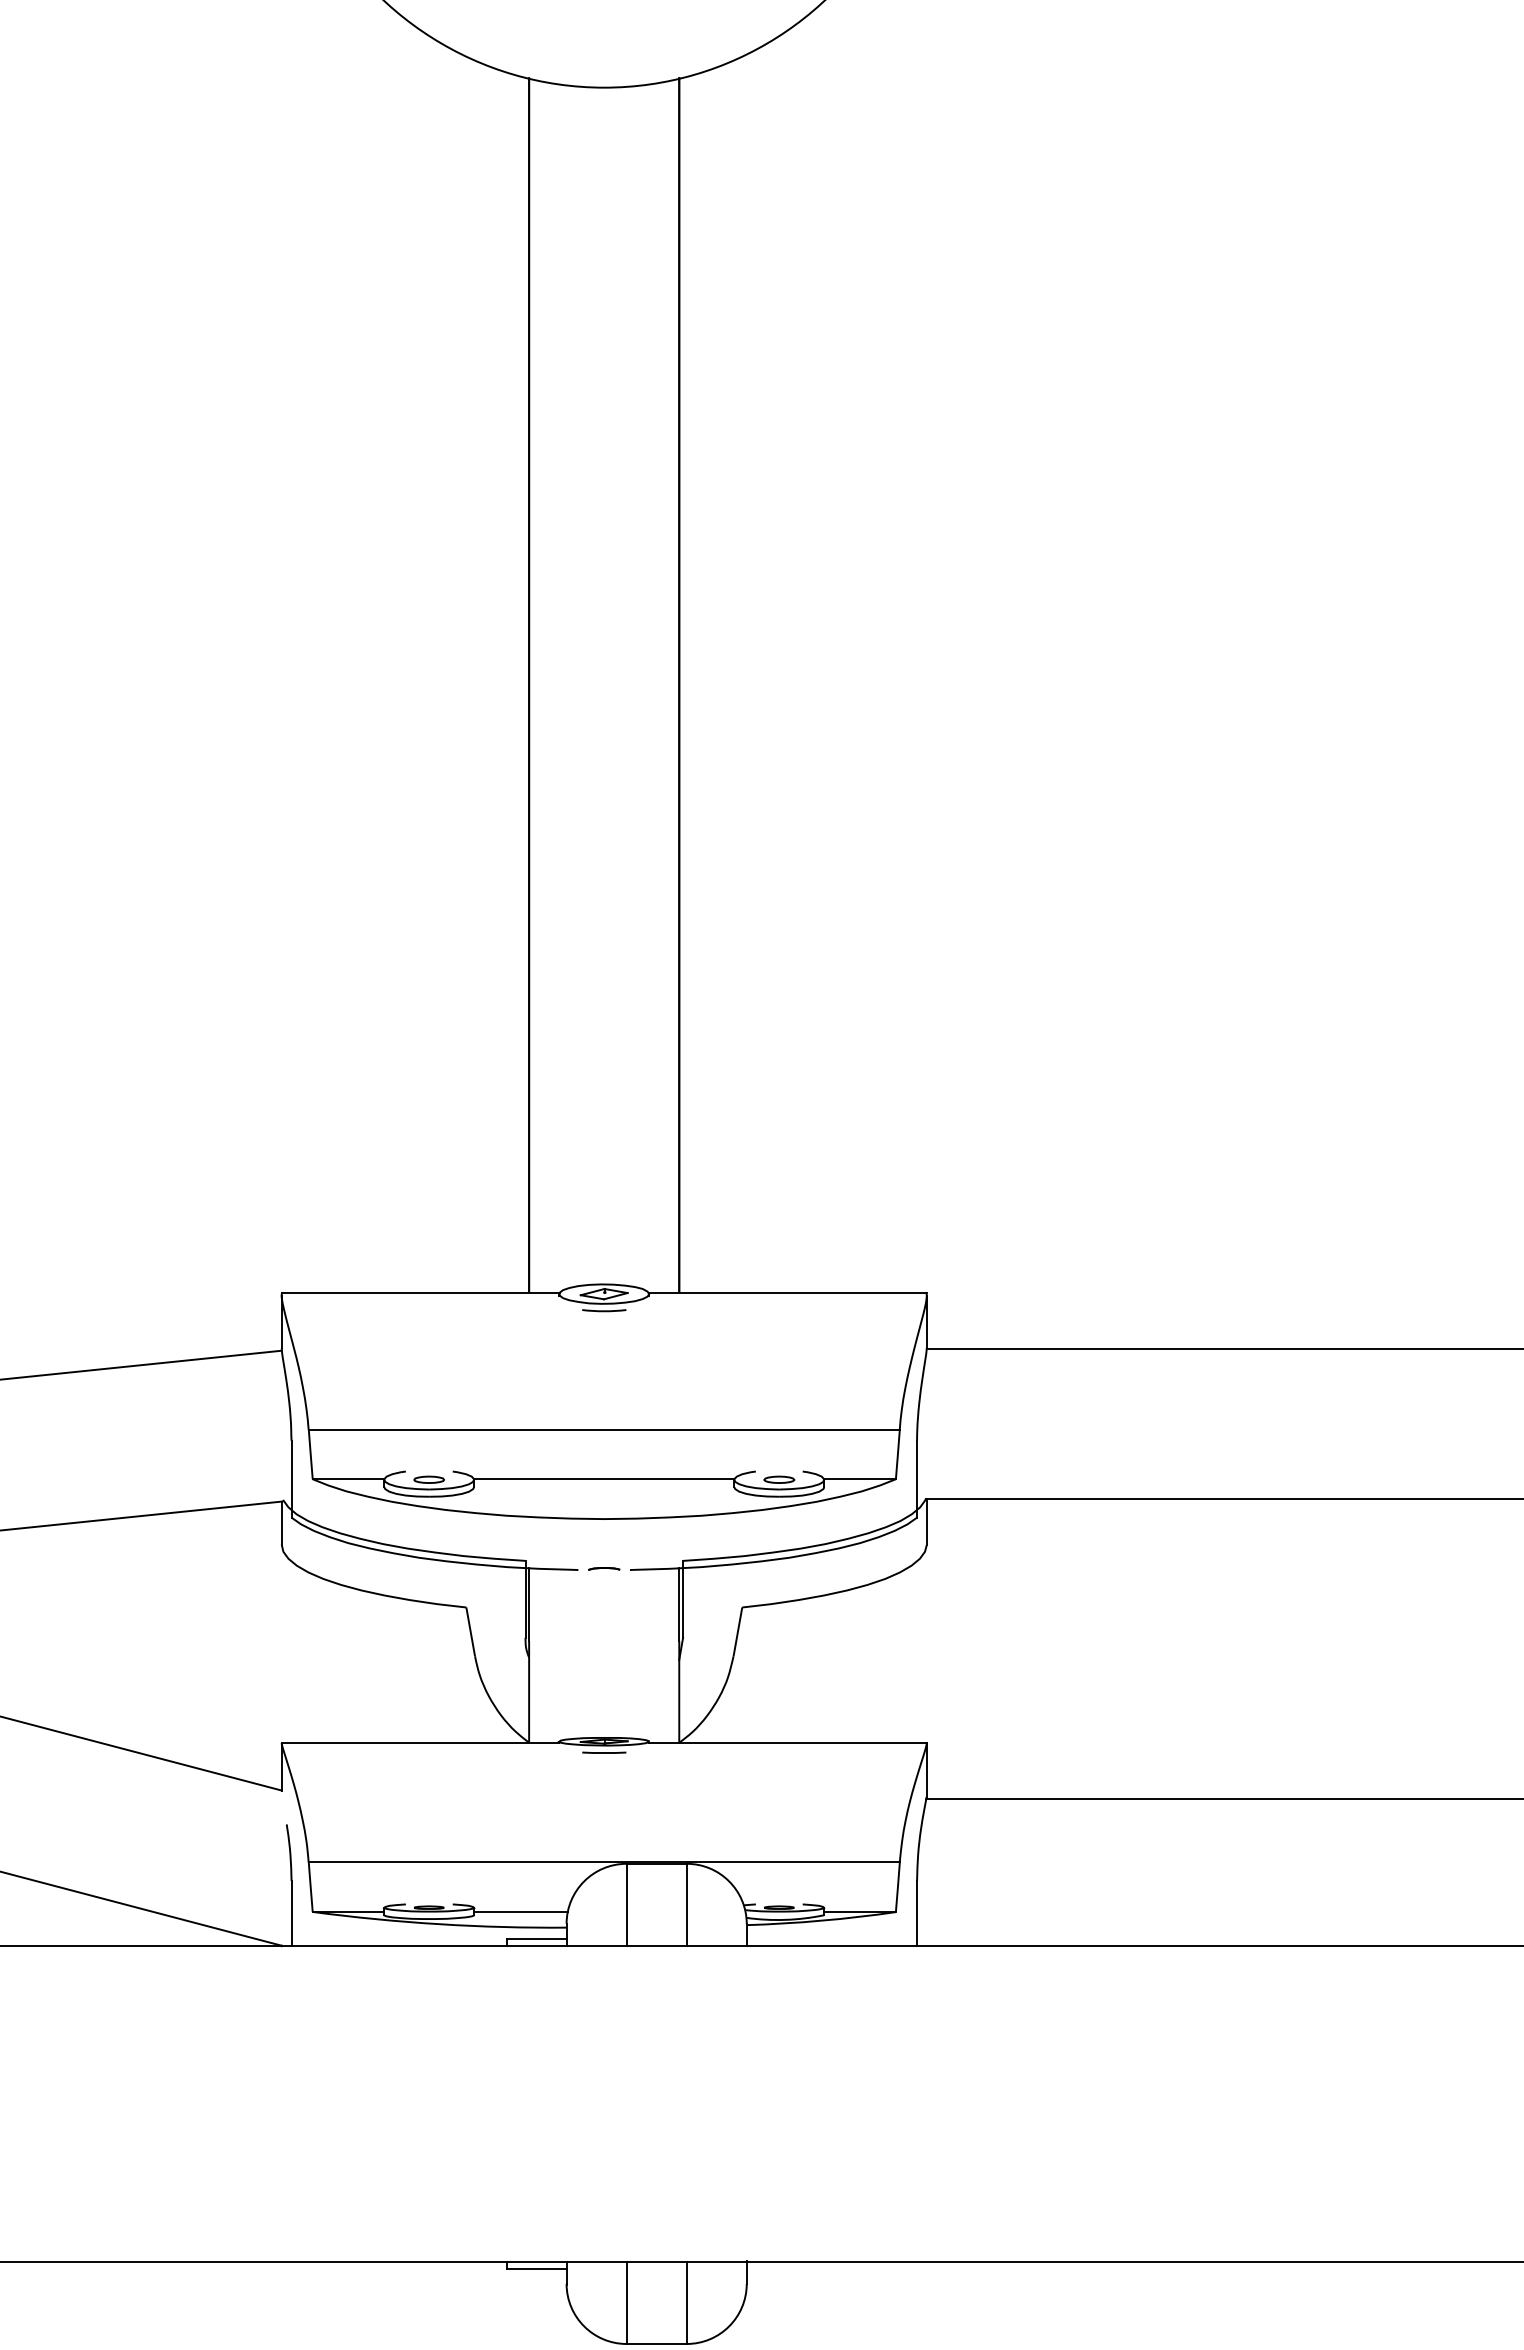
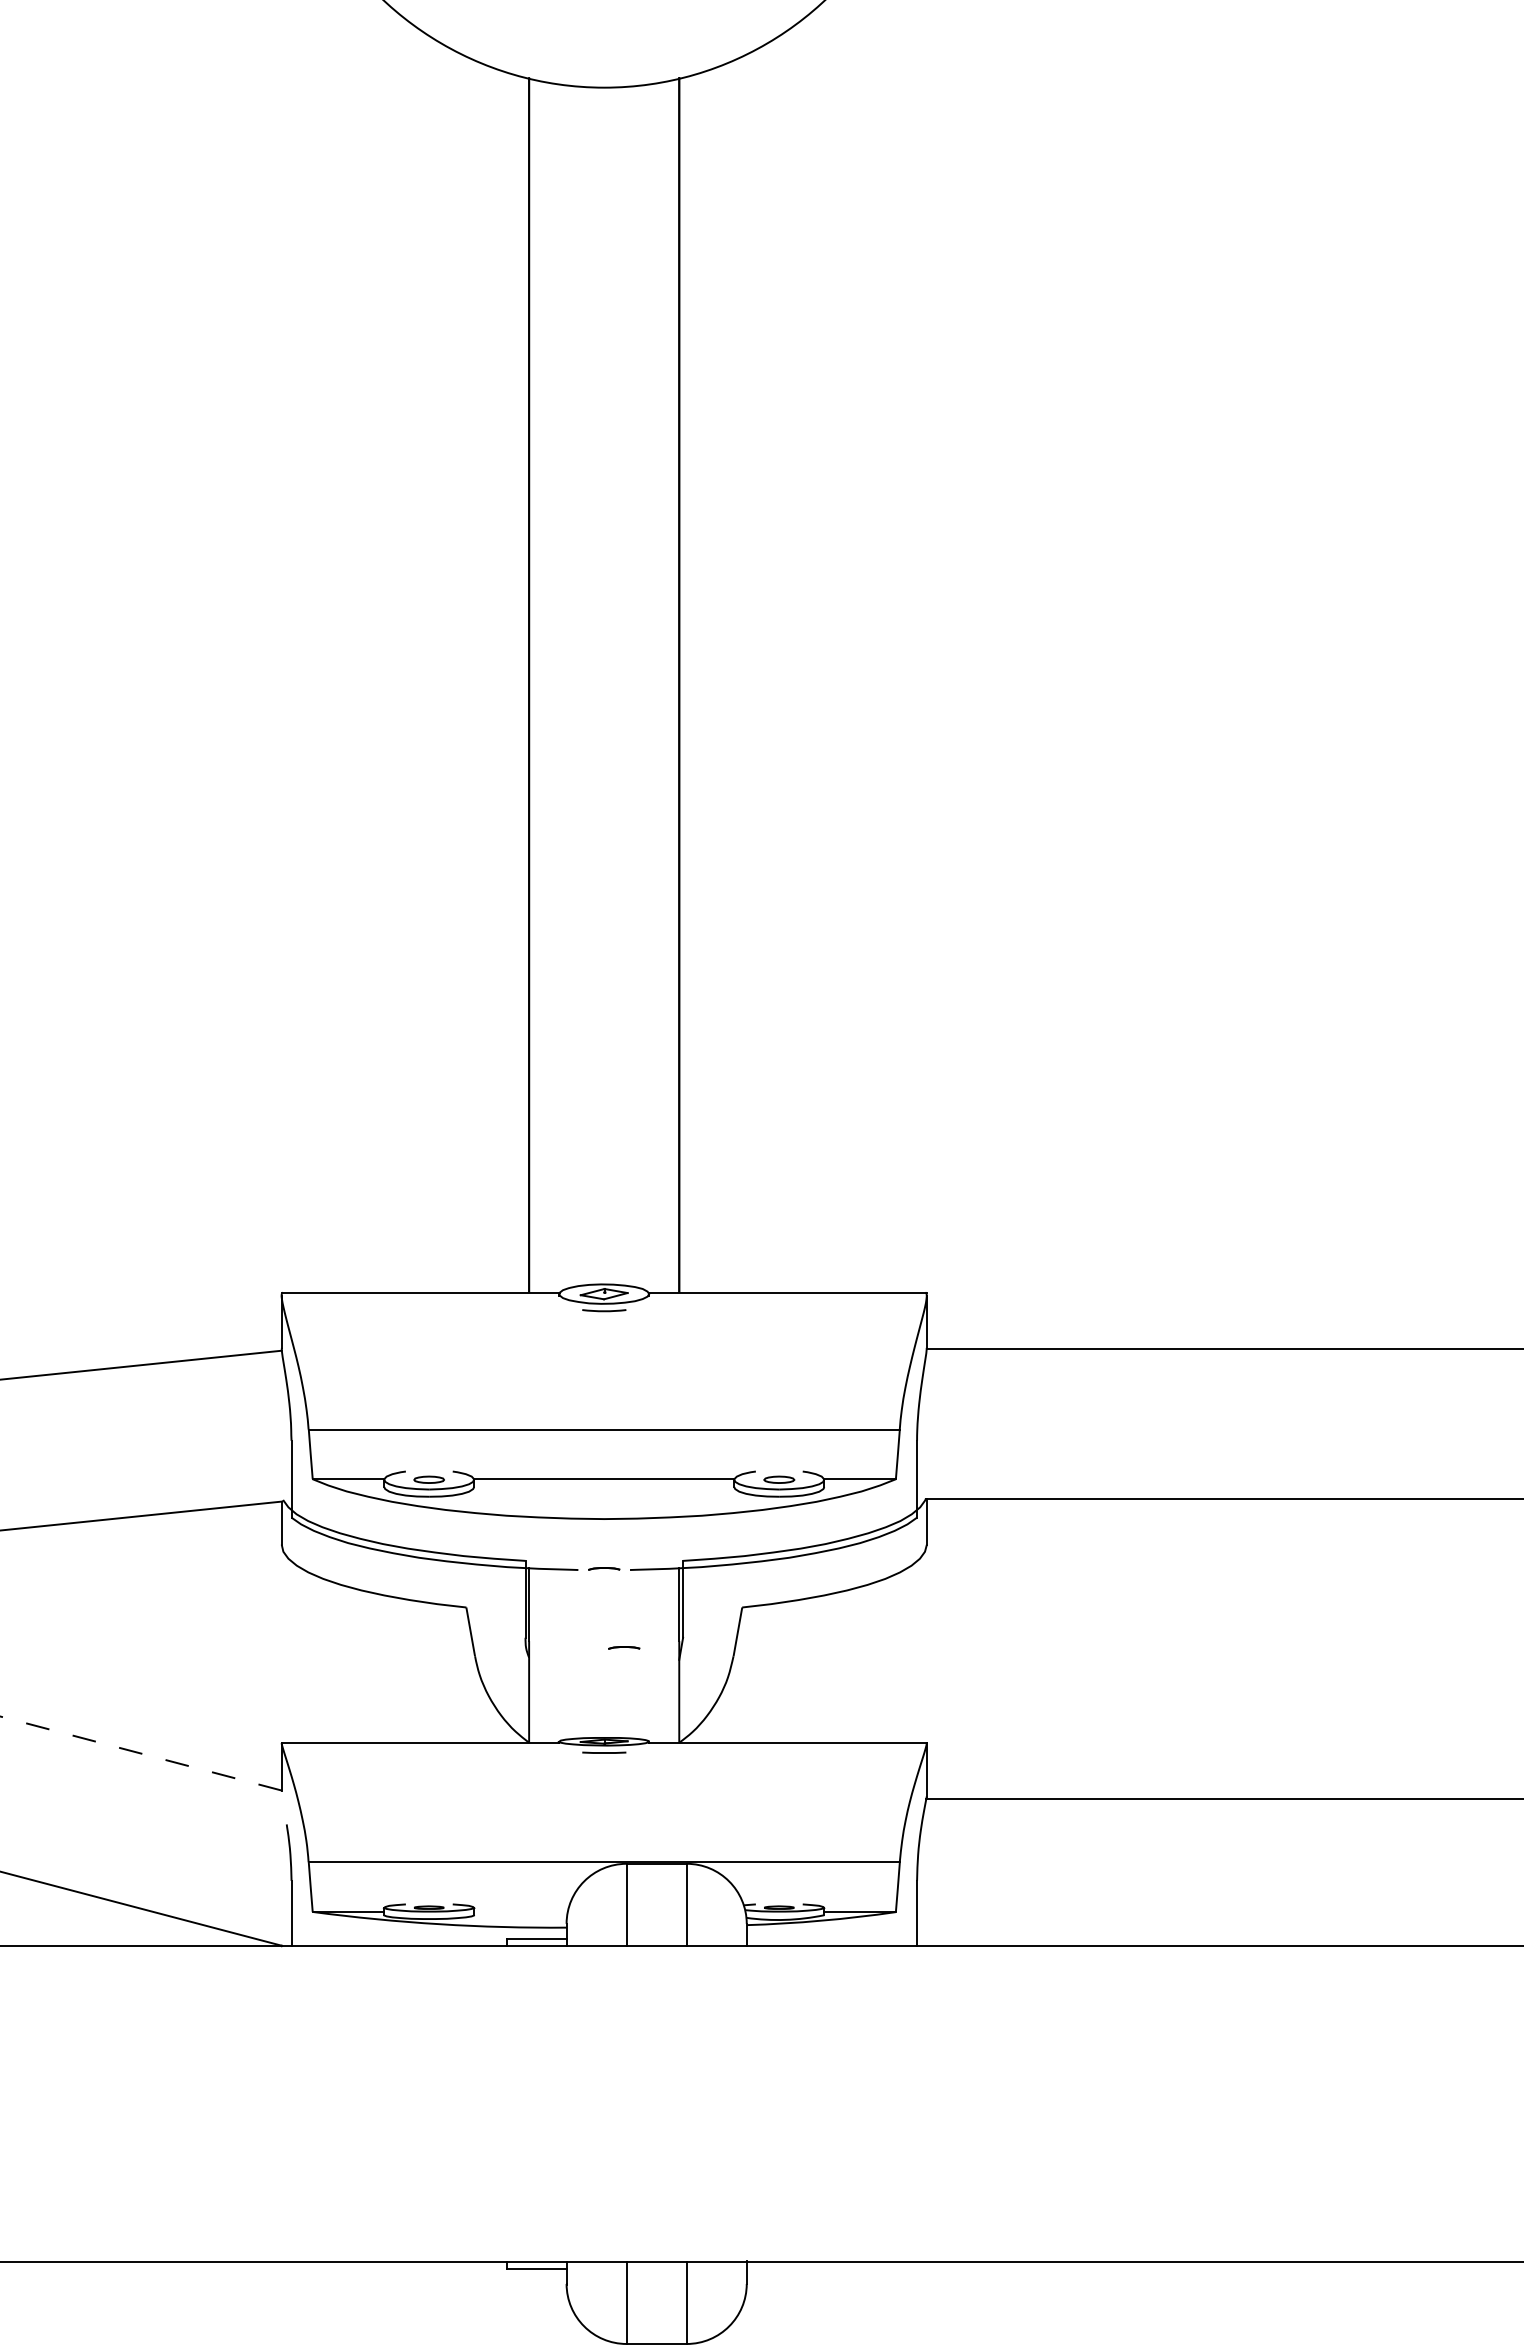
line at (624, 1647): none -> present
line at (140, 1753): solid -> dashed
line at (520, 1912): present -> none
